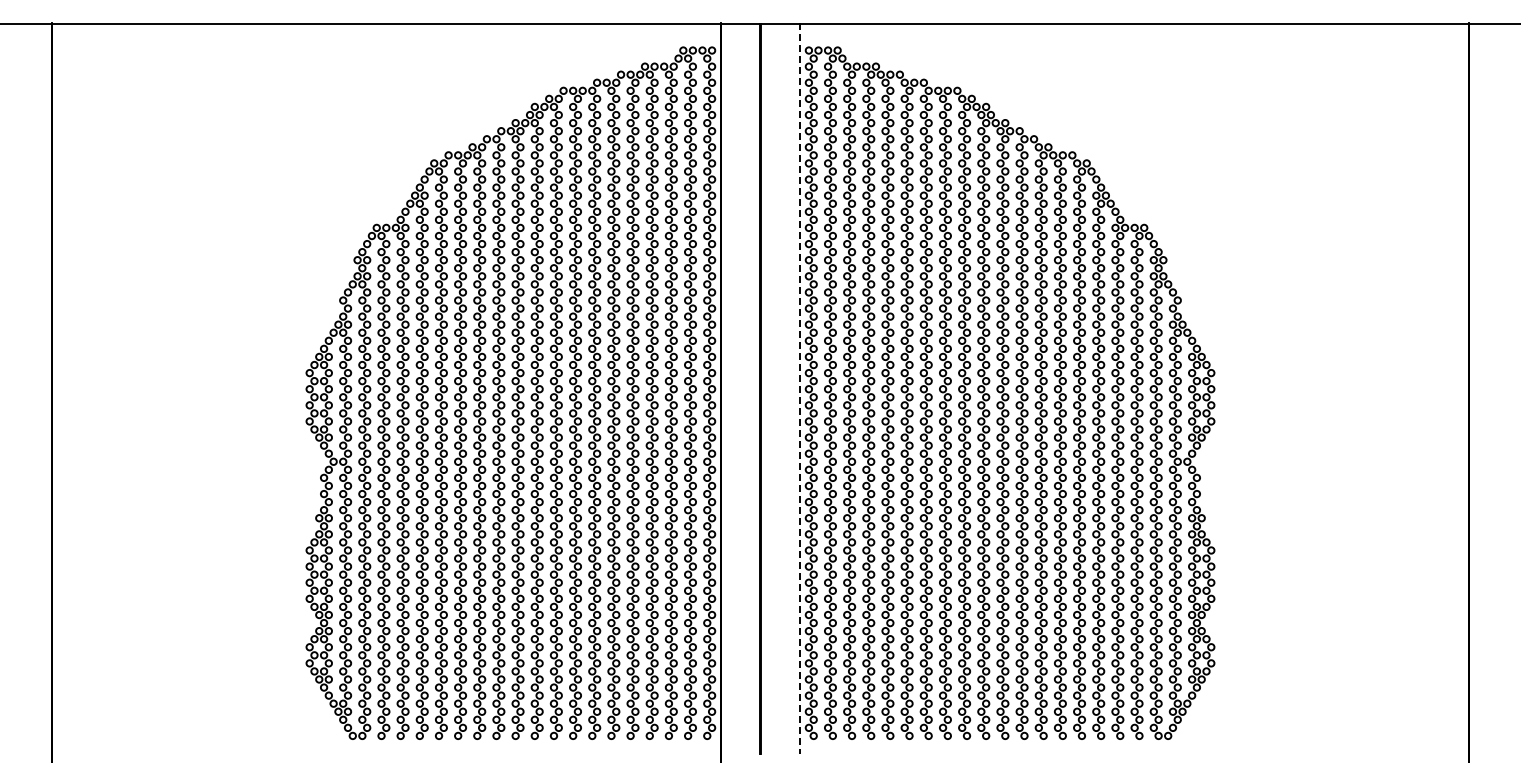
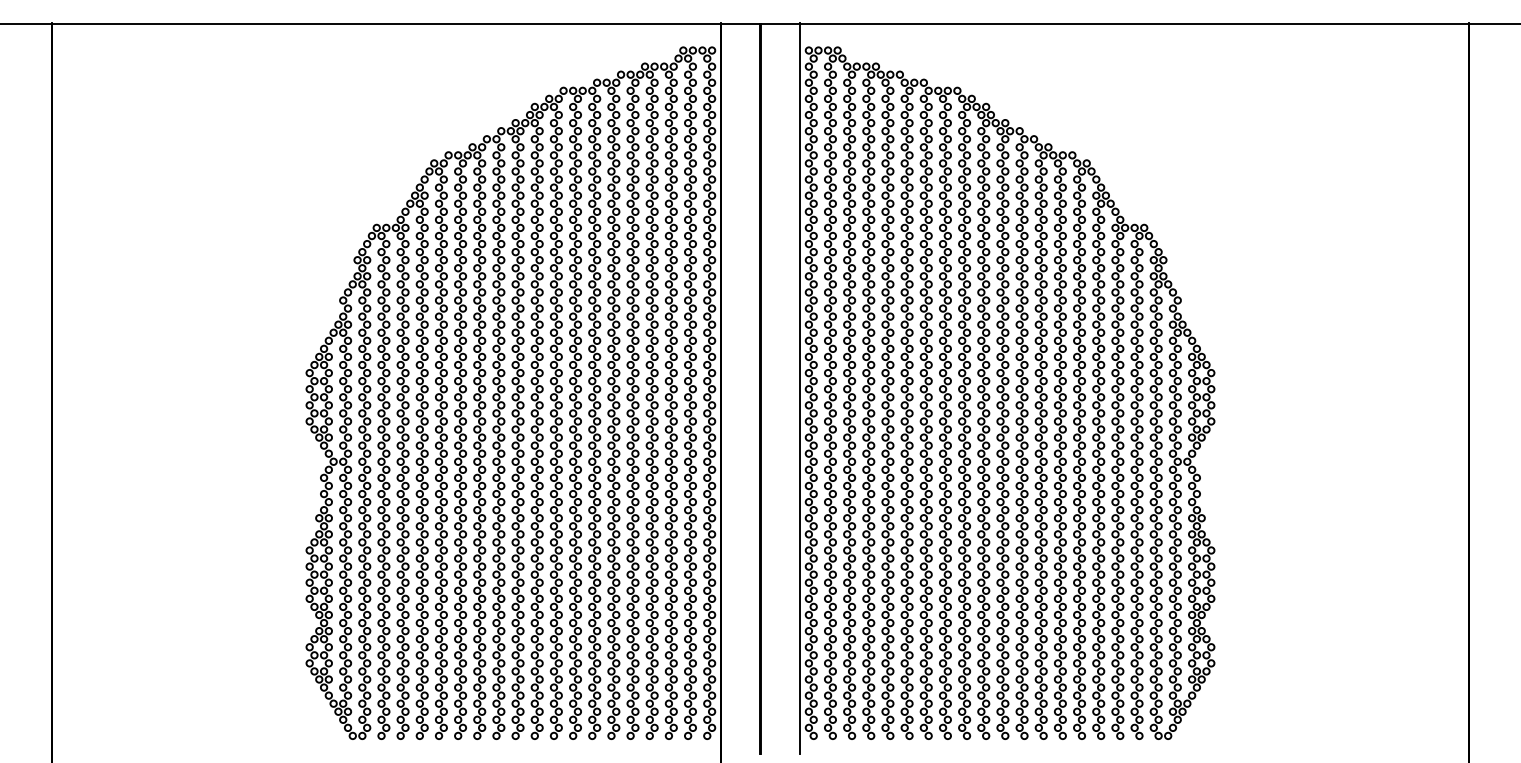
line at (800, 388): dashed -> solid
